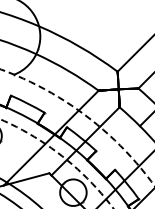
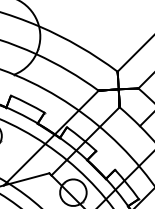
arc at (85, 115): dashed -> solid
arc at (62, 156): dashed -> solid
